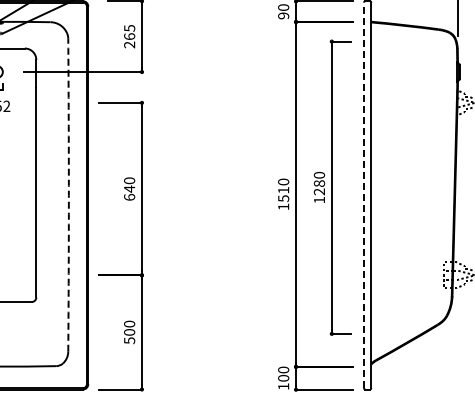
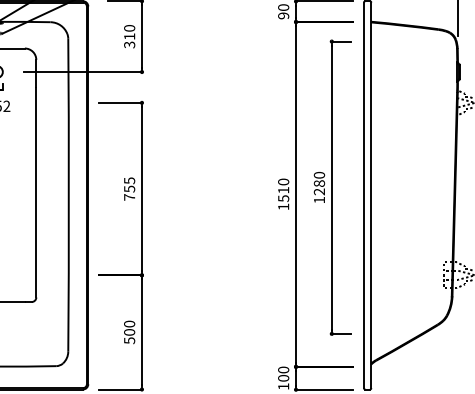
text at (129, 36): 265 -> 310
text at (129, 188): 640 -> 755
arc at (68, 195): dashed -> solid
line at (364, 195): dashed -> solid
